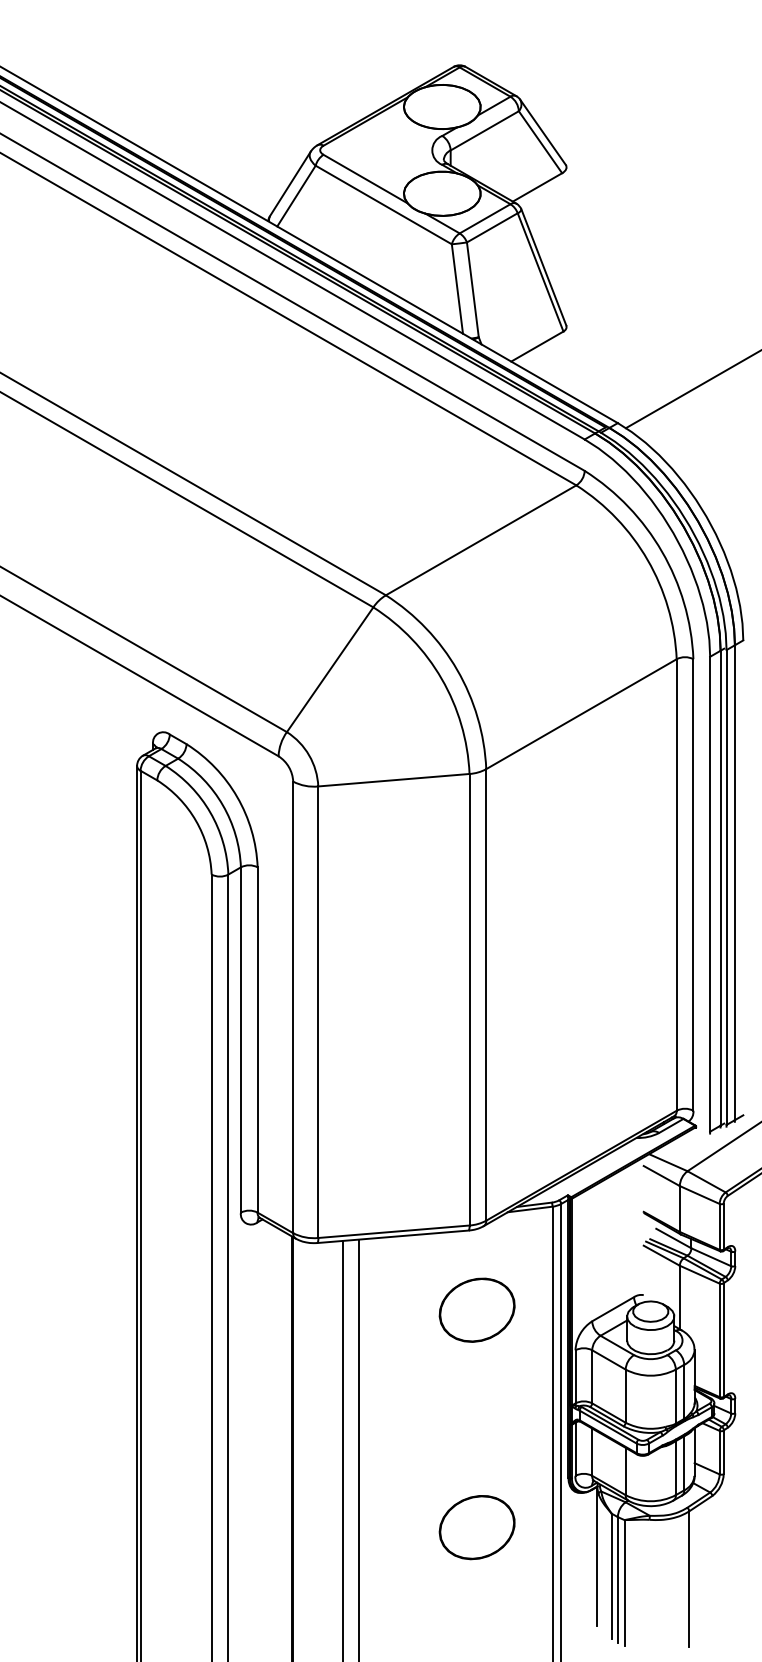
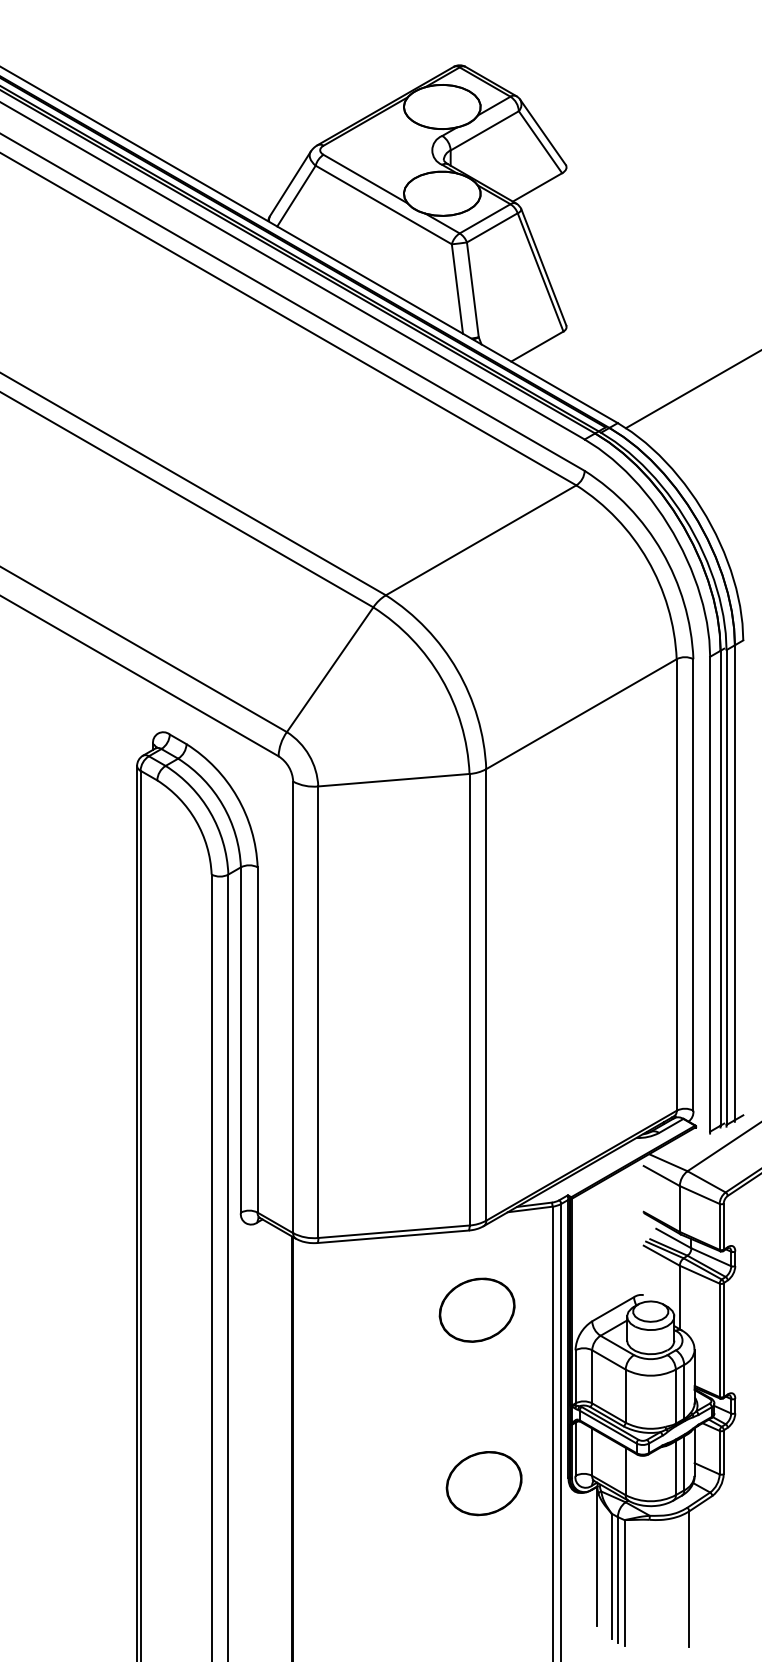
line at (359, 1448): present -> none
line at (342, 1449): present -> none
part at (476, 1527) position: (476, 1527) -> (483, 1483)
